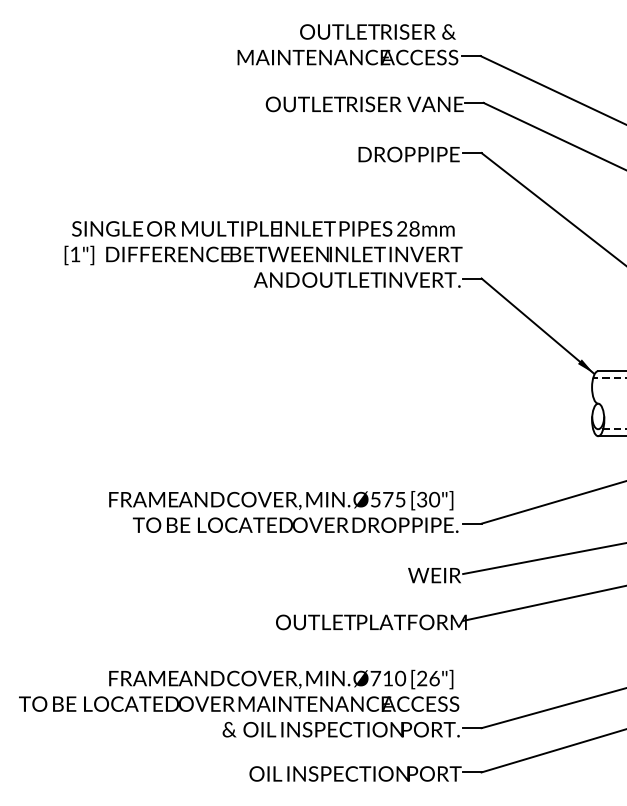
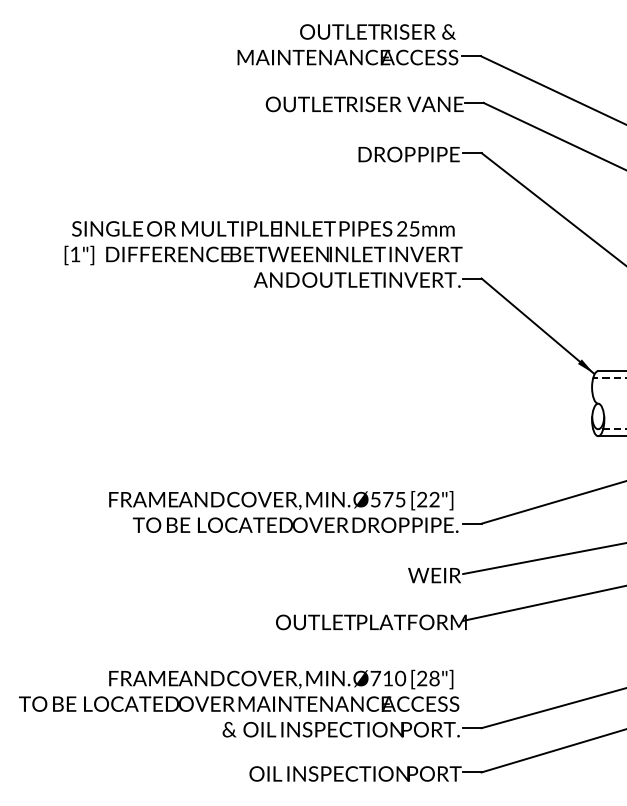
text at (414, 228): 28mm -> 25mm
text at (428, 499): [30"] -> [22"]
text at (434, 677): [26"] -> [28"]
